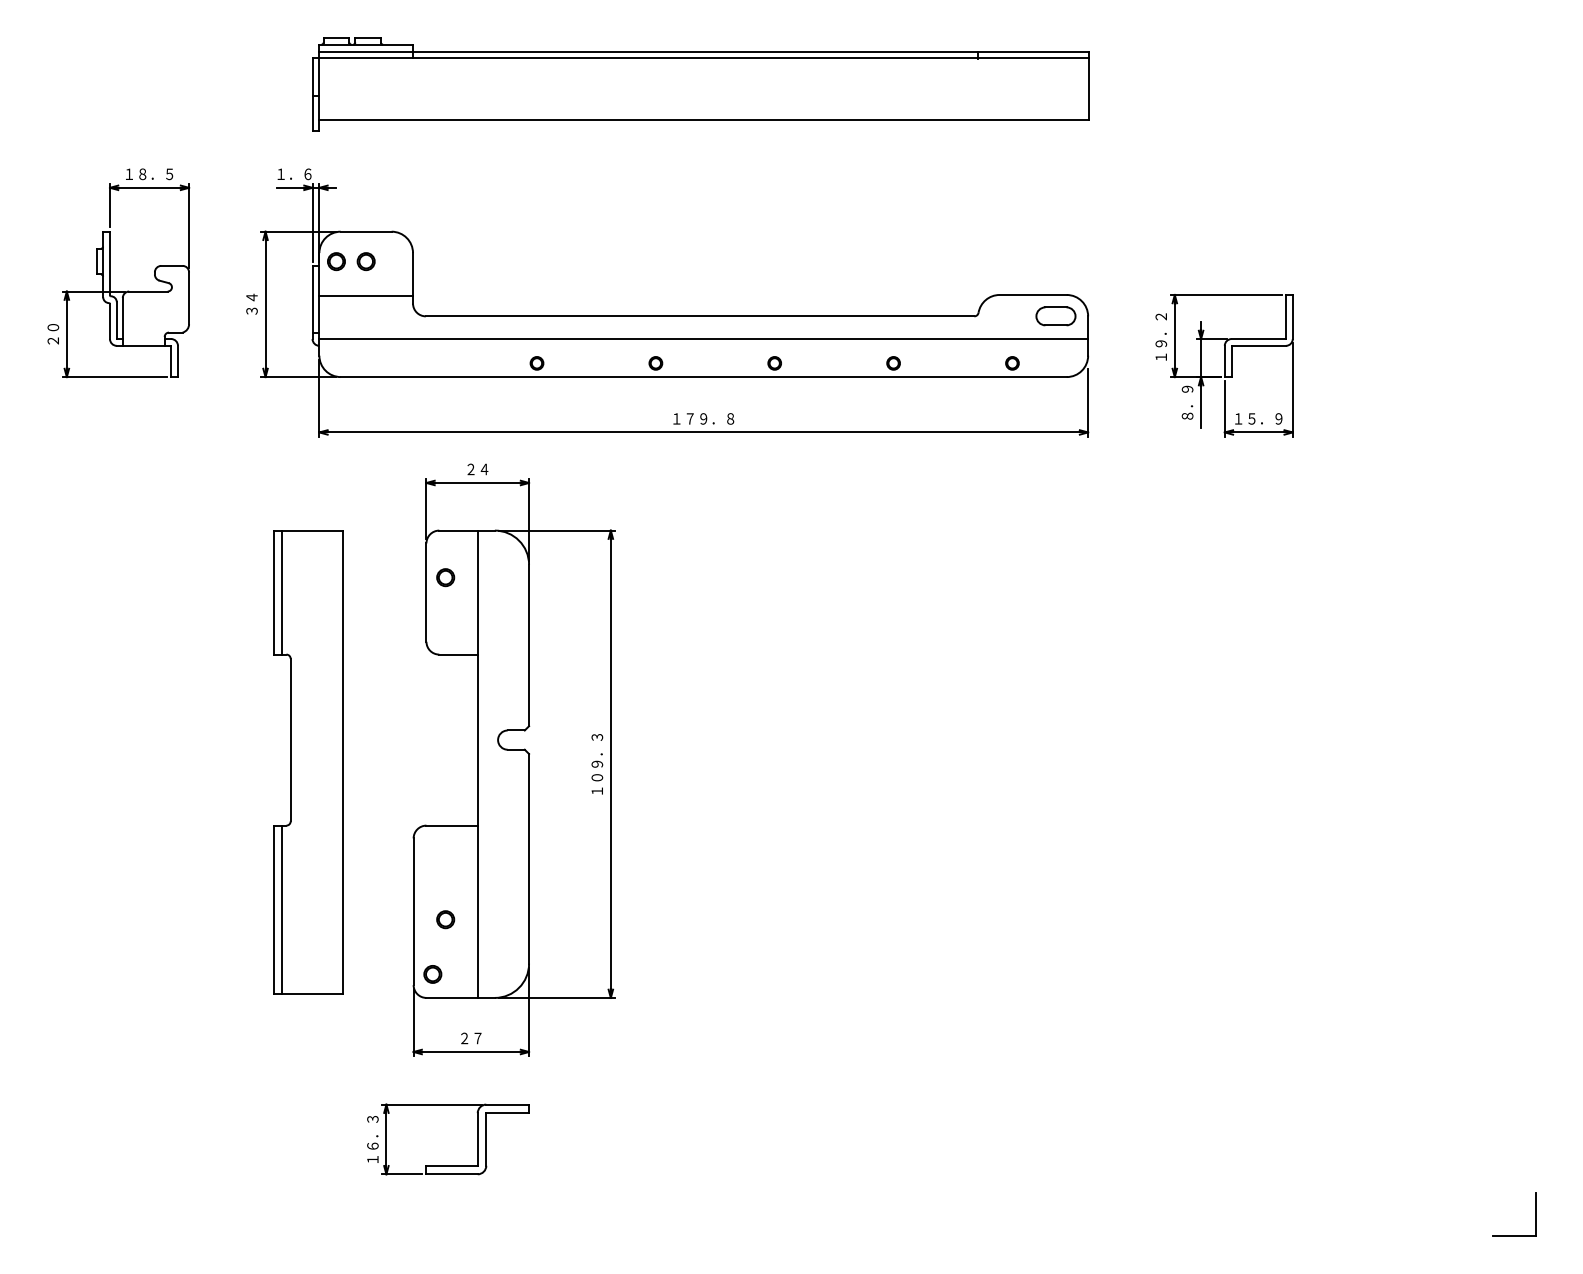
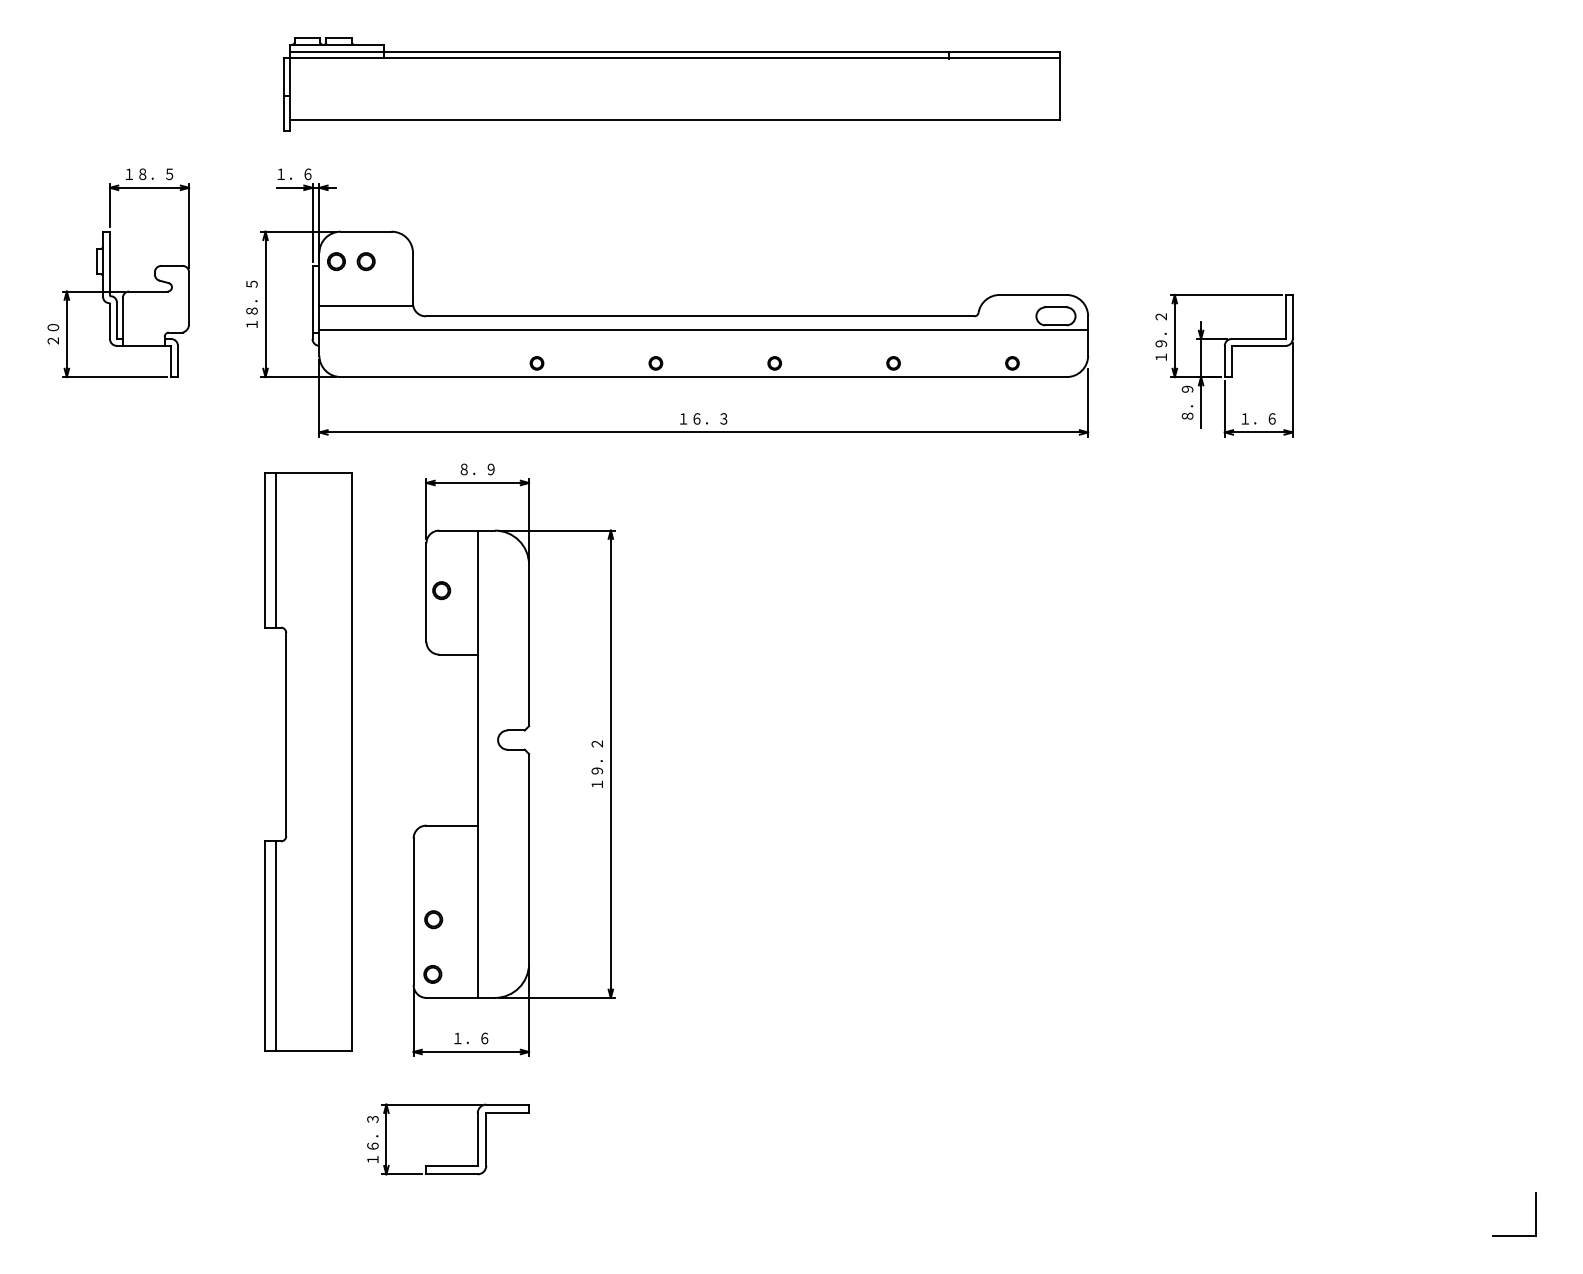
part at (700, 84) position: (700, 84) -> (671, 84)
line at (366, 296) position: (366, 296) -> (366, 306)
text at (251, 303): ３４ -> １８．５
line at (703, 339) position: (703, 339) -> (703, 330)
text at (703, 418): １７９．８ -> １６．３
text at (1258, 418): １５．９ -> １．６
text at (477, 469): ２４ -> ８．９
part at (445, 577) position: (445, 577) -> (441, 590)
part at (308, 762) size: 71x465 px -> 89x580 px
text at (597, 764): １０９．３ -> １９．２
part at (445, 919) position: (445, 919) -> (433, 919)
text at (471, 1038): ２７ -> １．６
